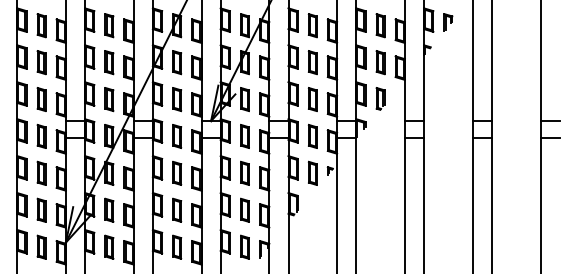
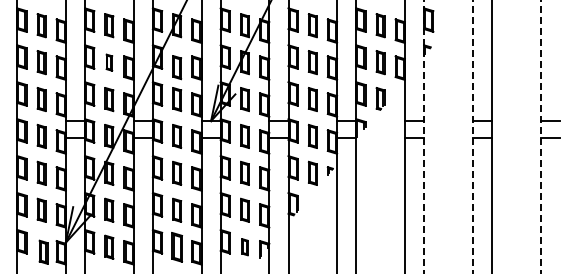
part at (448, 22): present -> none
part at (109, 62) size: 11x26 px -> 9x19 px
part at (177, 62) position: (177, 62) -> (177, 67)
line at (424, 136): solid -> dashed
line at (472, 136): solid -> dashed
line at (540, 136): solid -> dashed
part at (41, 246) position: (41, 246) -> (43, 251)
part at (177, 246) size: 11x26 px -> 12x31 px
part at (244, 246) size: 10x26 px -> 8x19 px
